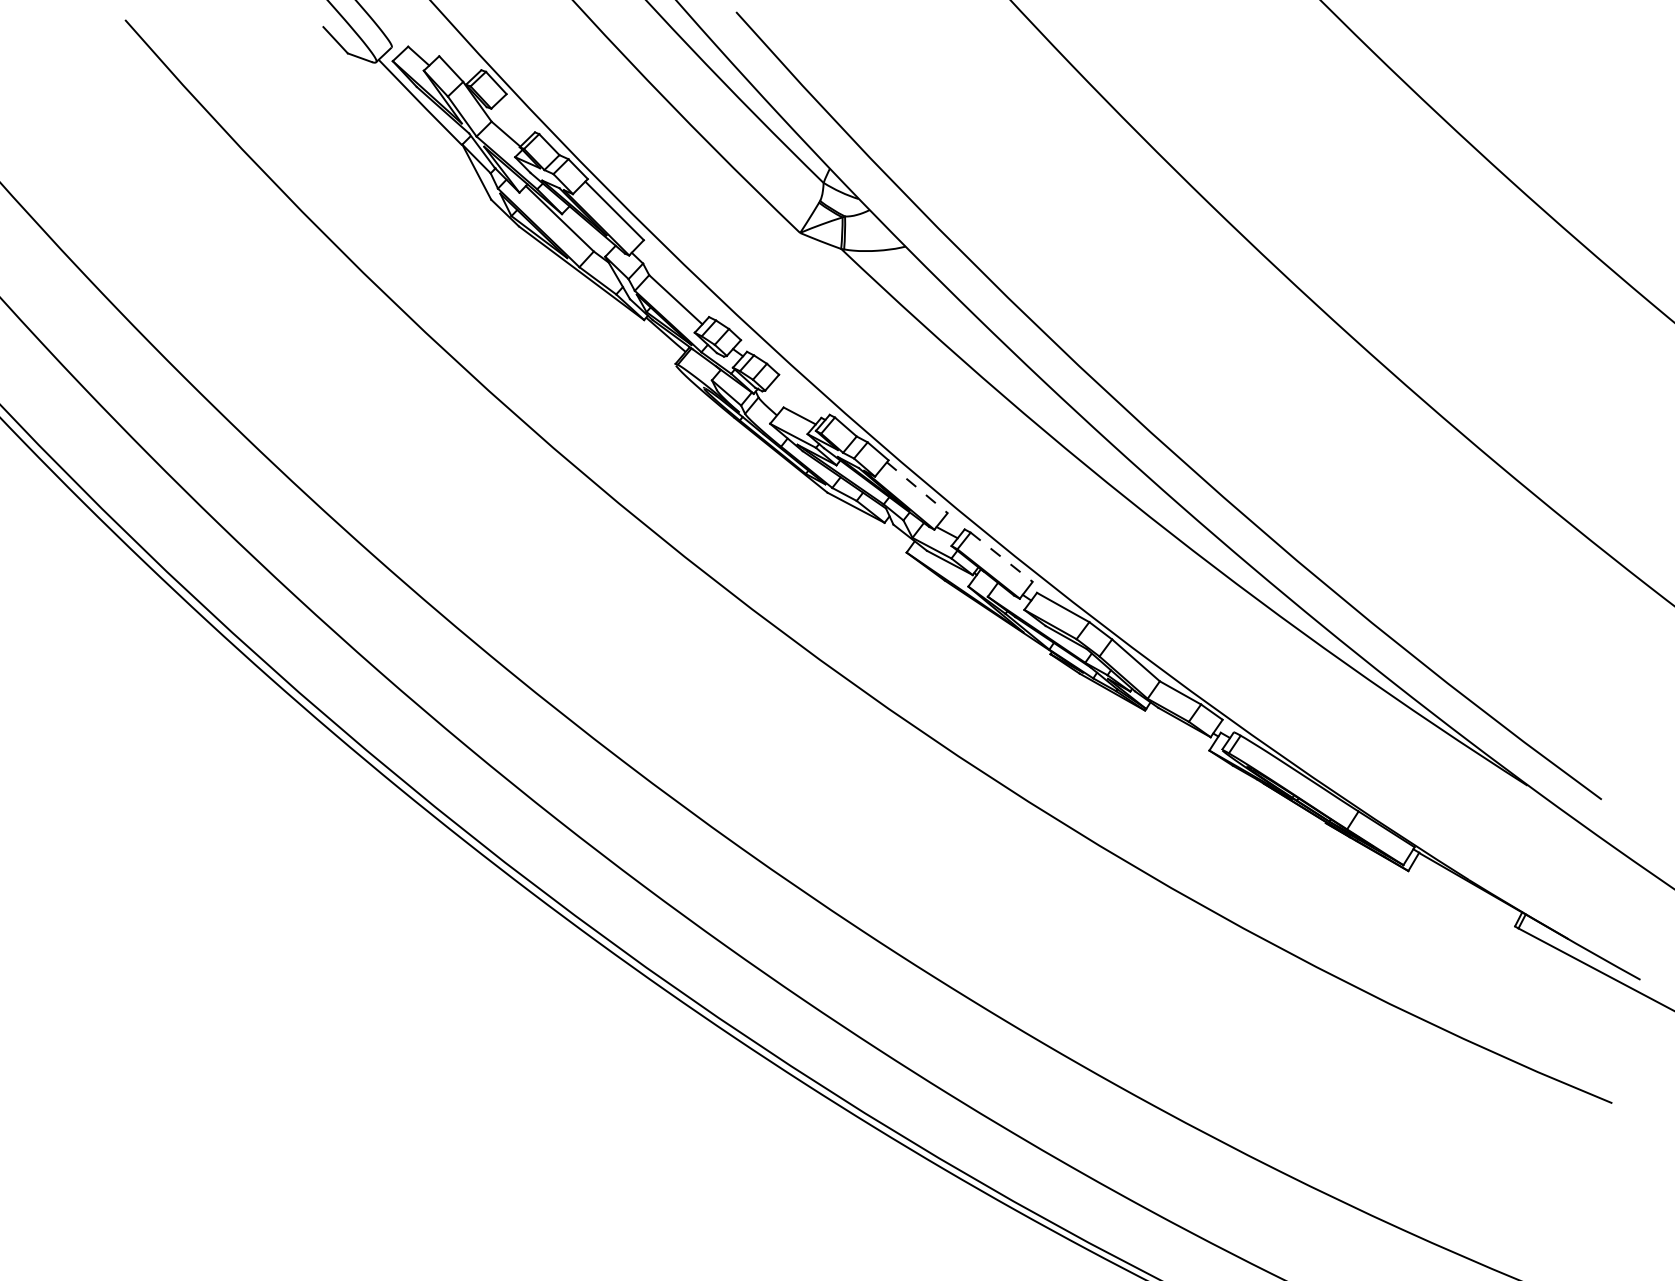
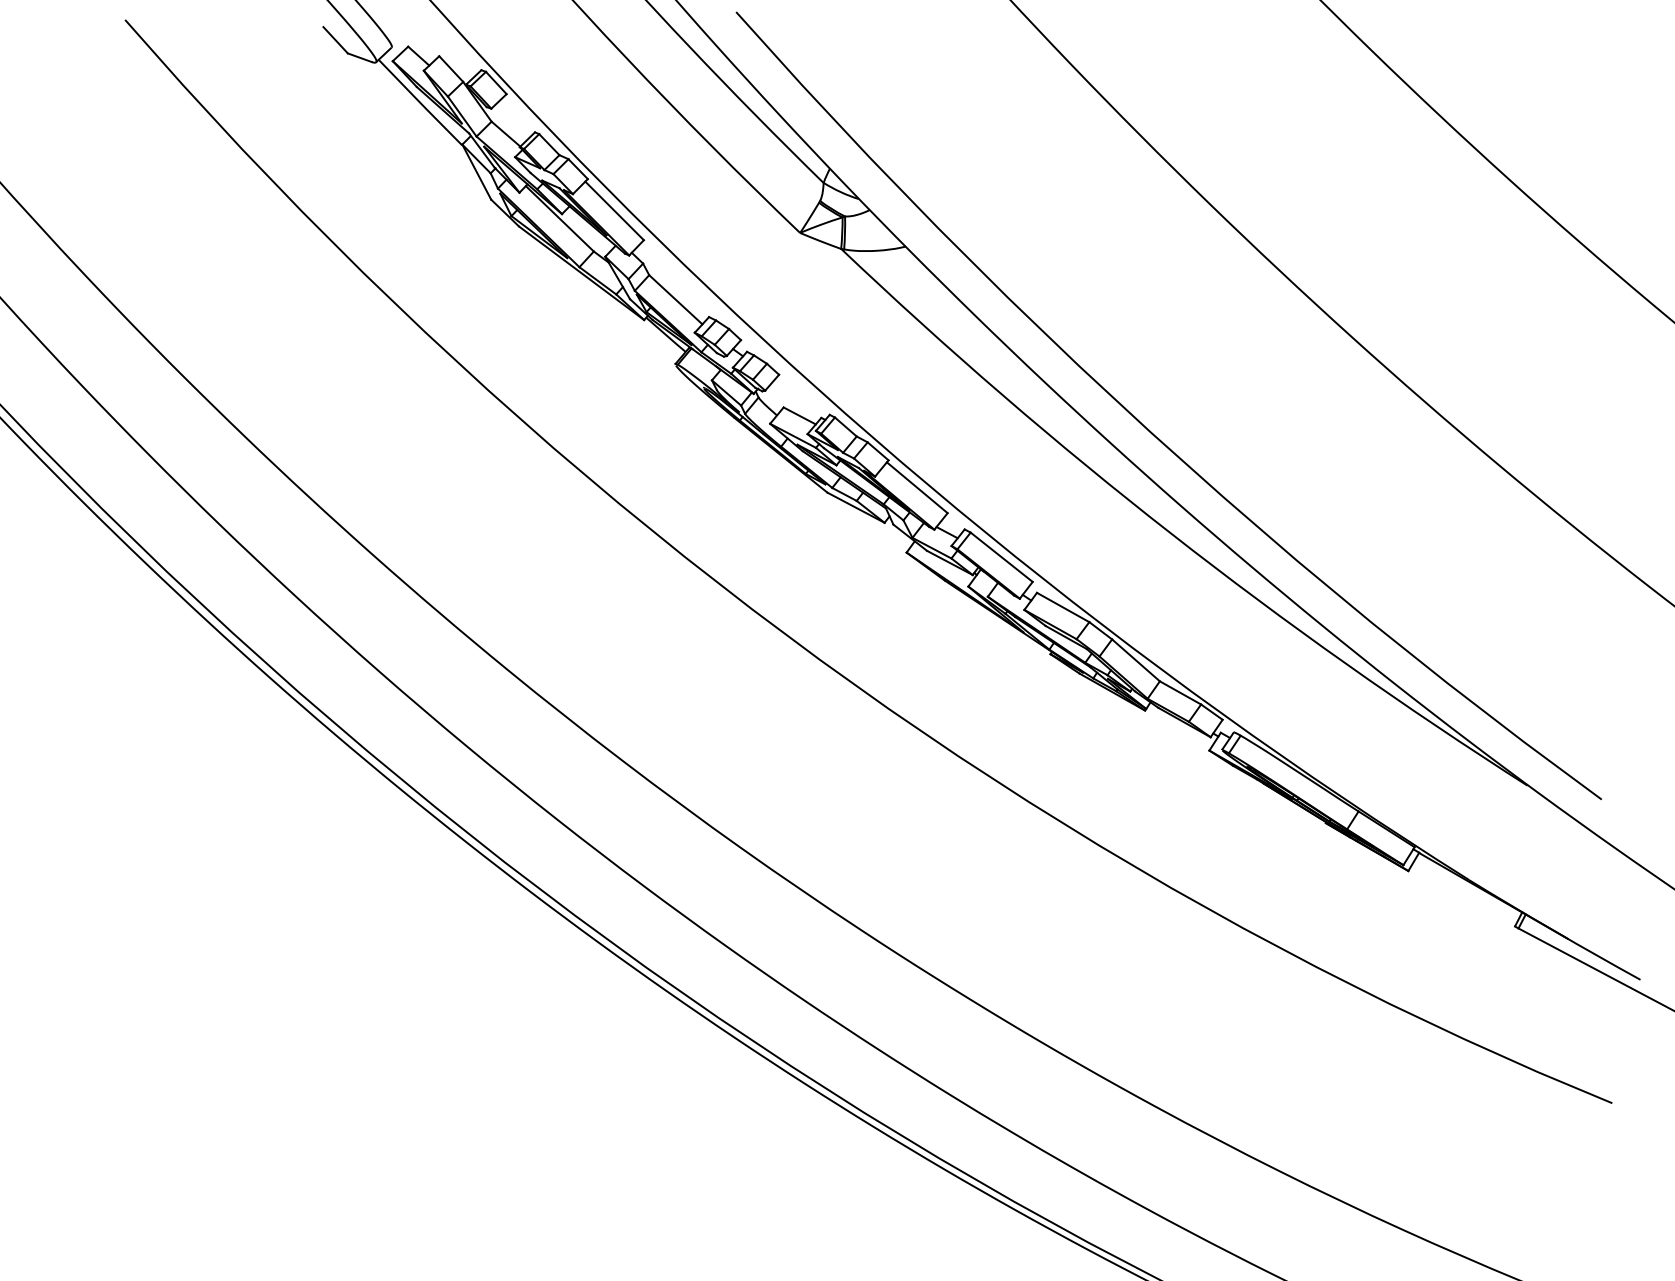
line at (917, 487): dashed -> solid
line at (1001, 557): dashed -> solid
